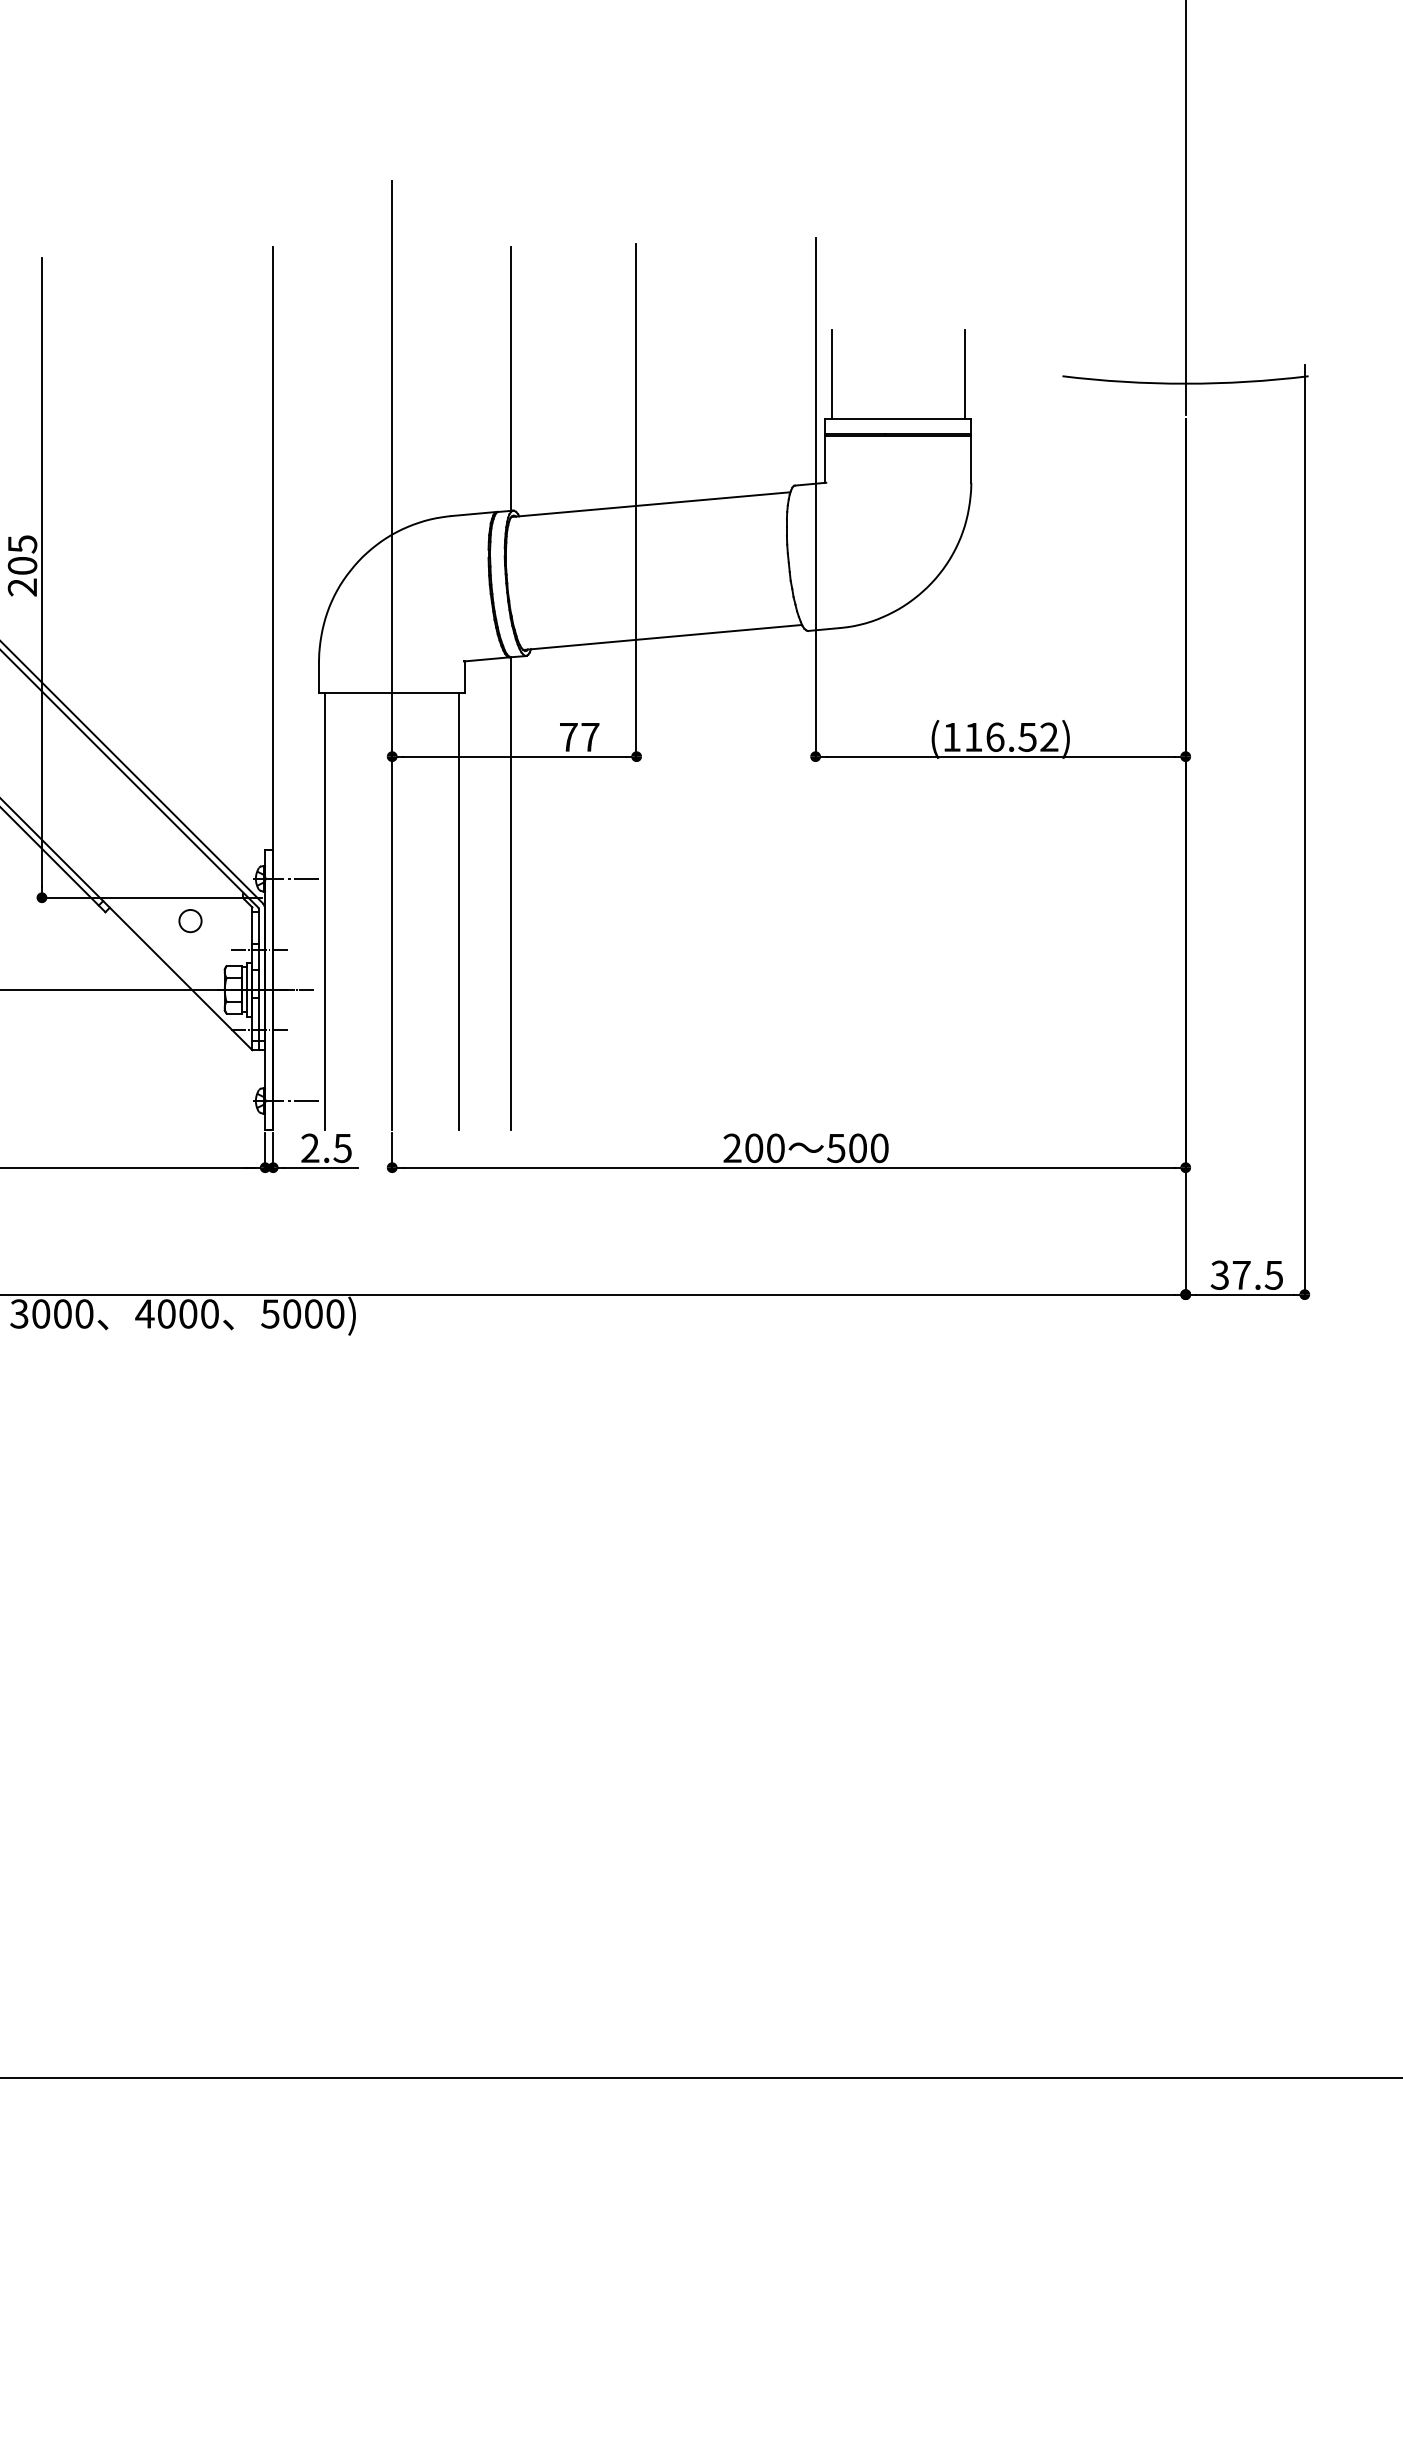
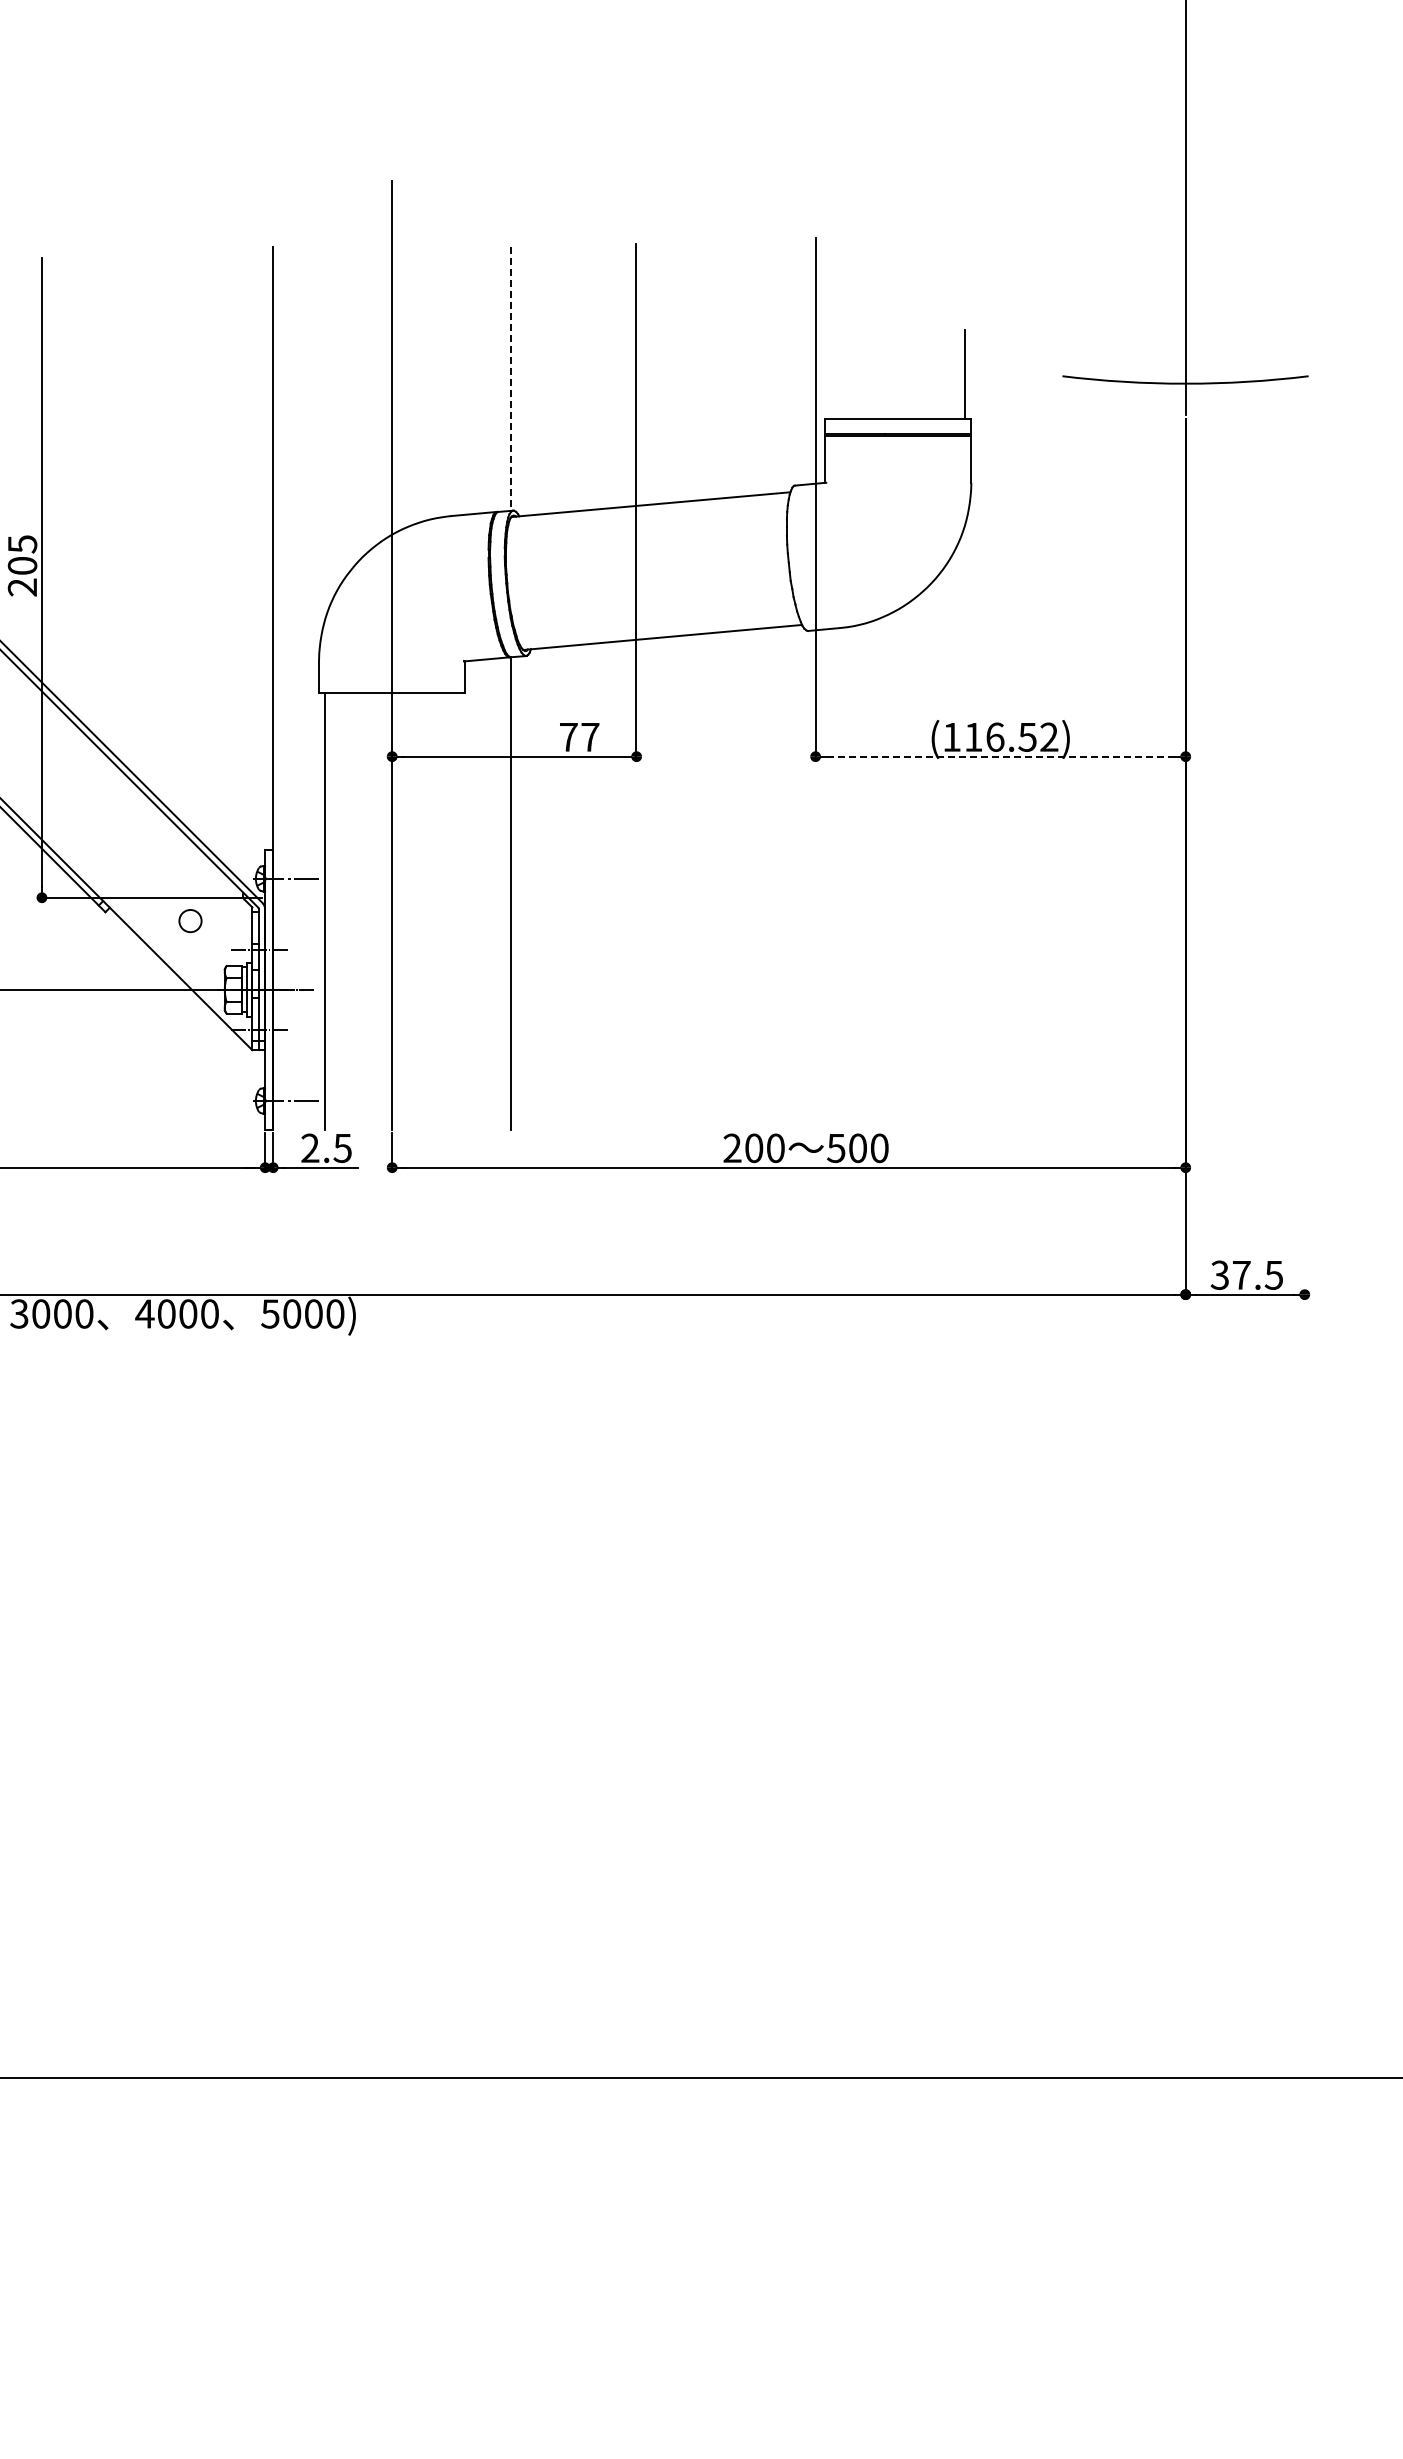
line at (831, 374): present -> none
line at (511, 378): solid -> dashed
line at (1001, 756): solid -> dashed
line at (1304, 830): present -> none
line at (458, 911): present -> none
